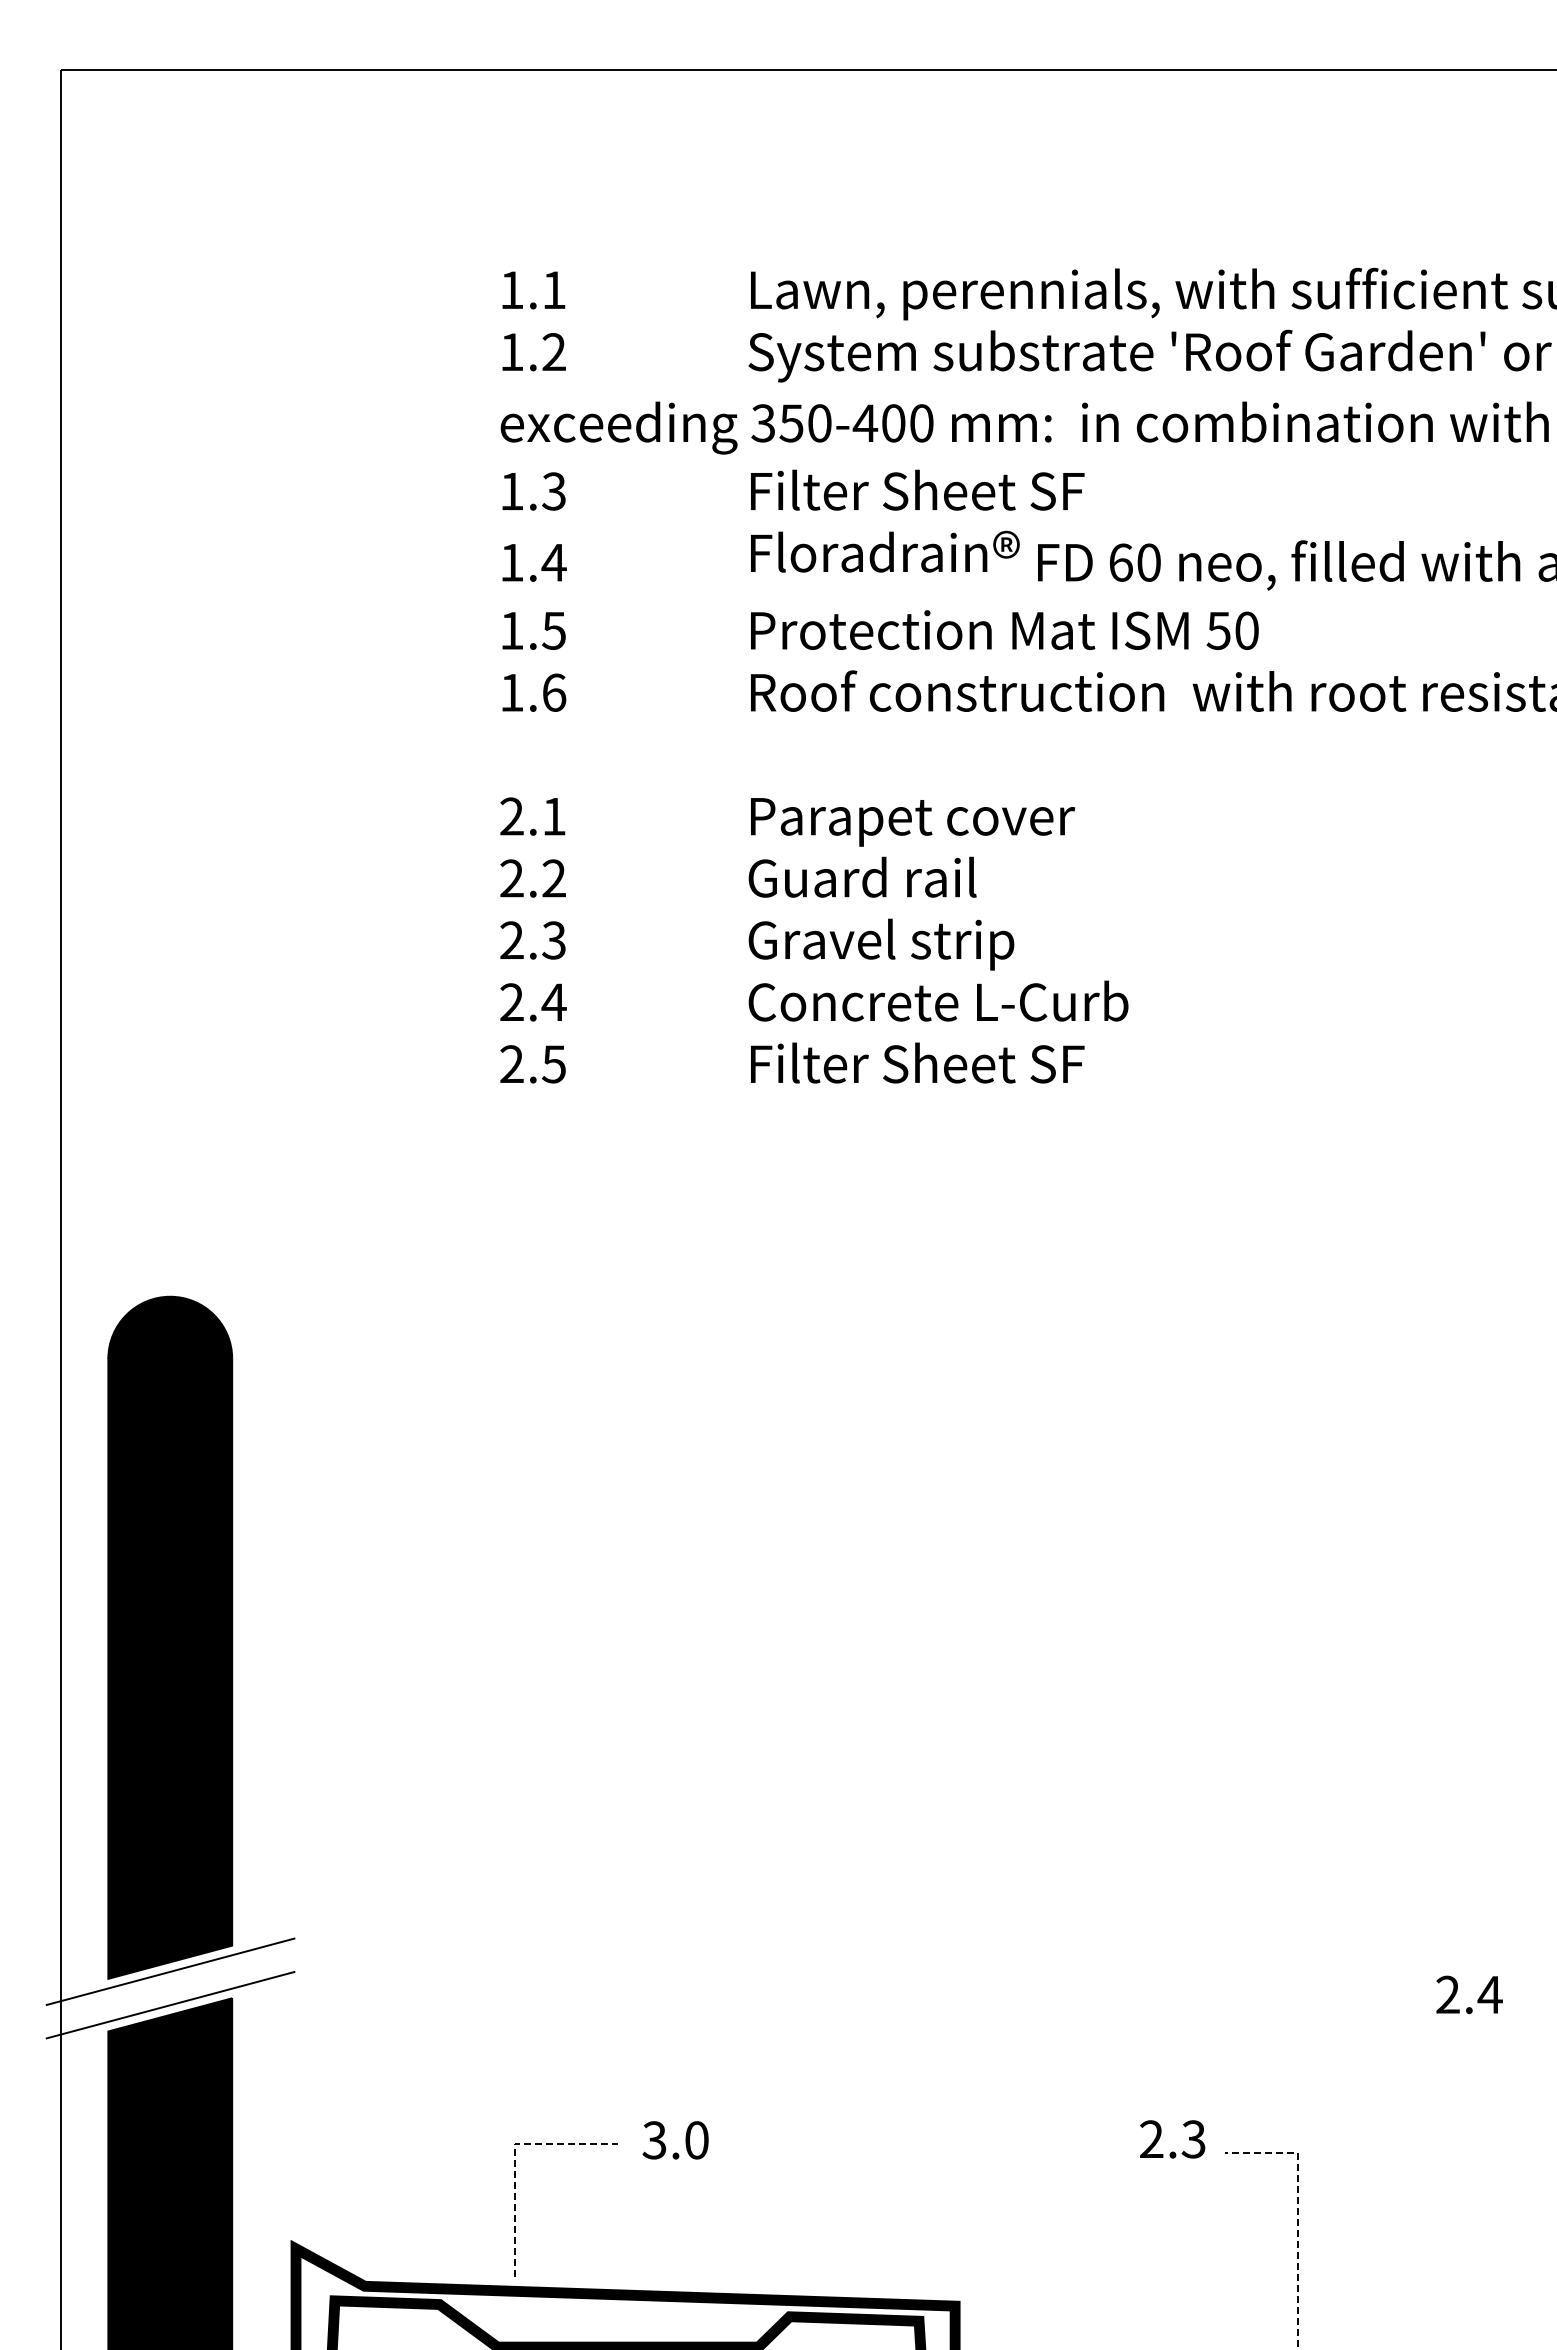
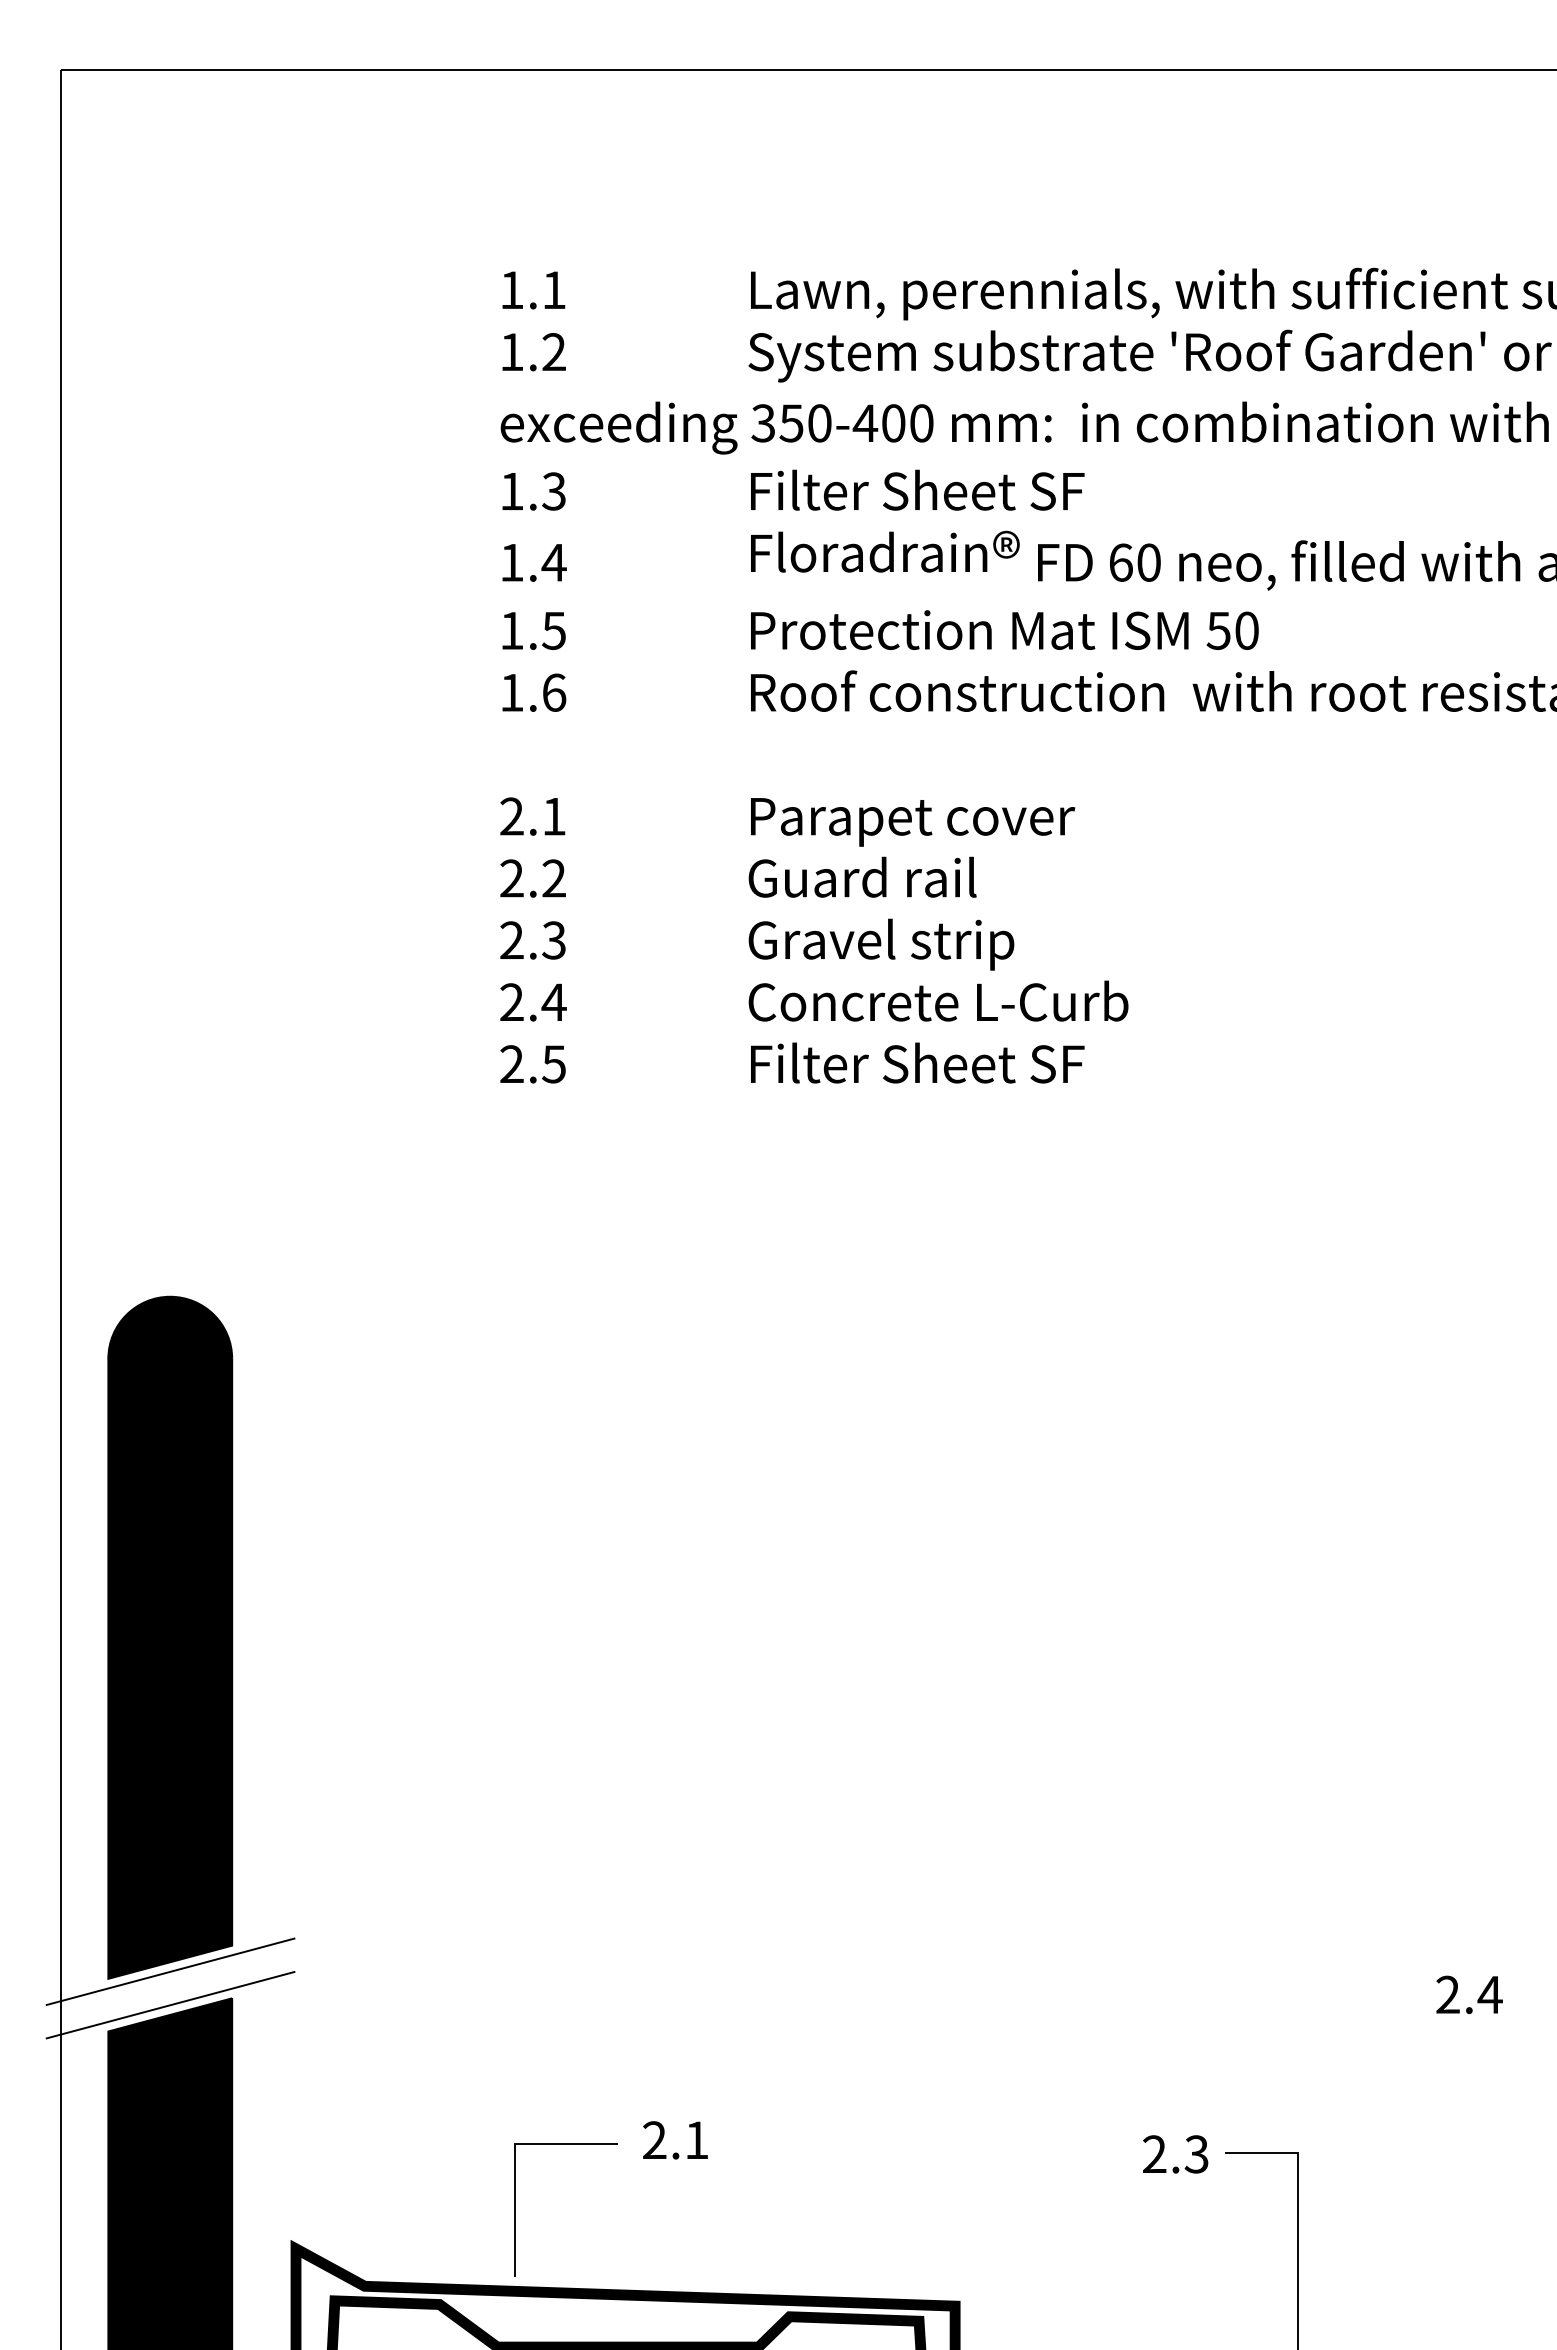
text at (1172, 2139) position: (1172, 2139) -> (1175, 2154)
text at (675, 2140): 3.0 -> 2.1
line at (514, 2158): dashed -> solid
line at (1297, 2214): dashed -> solid
